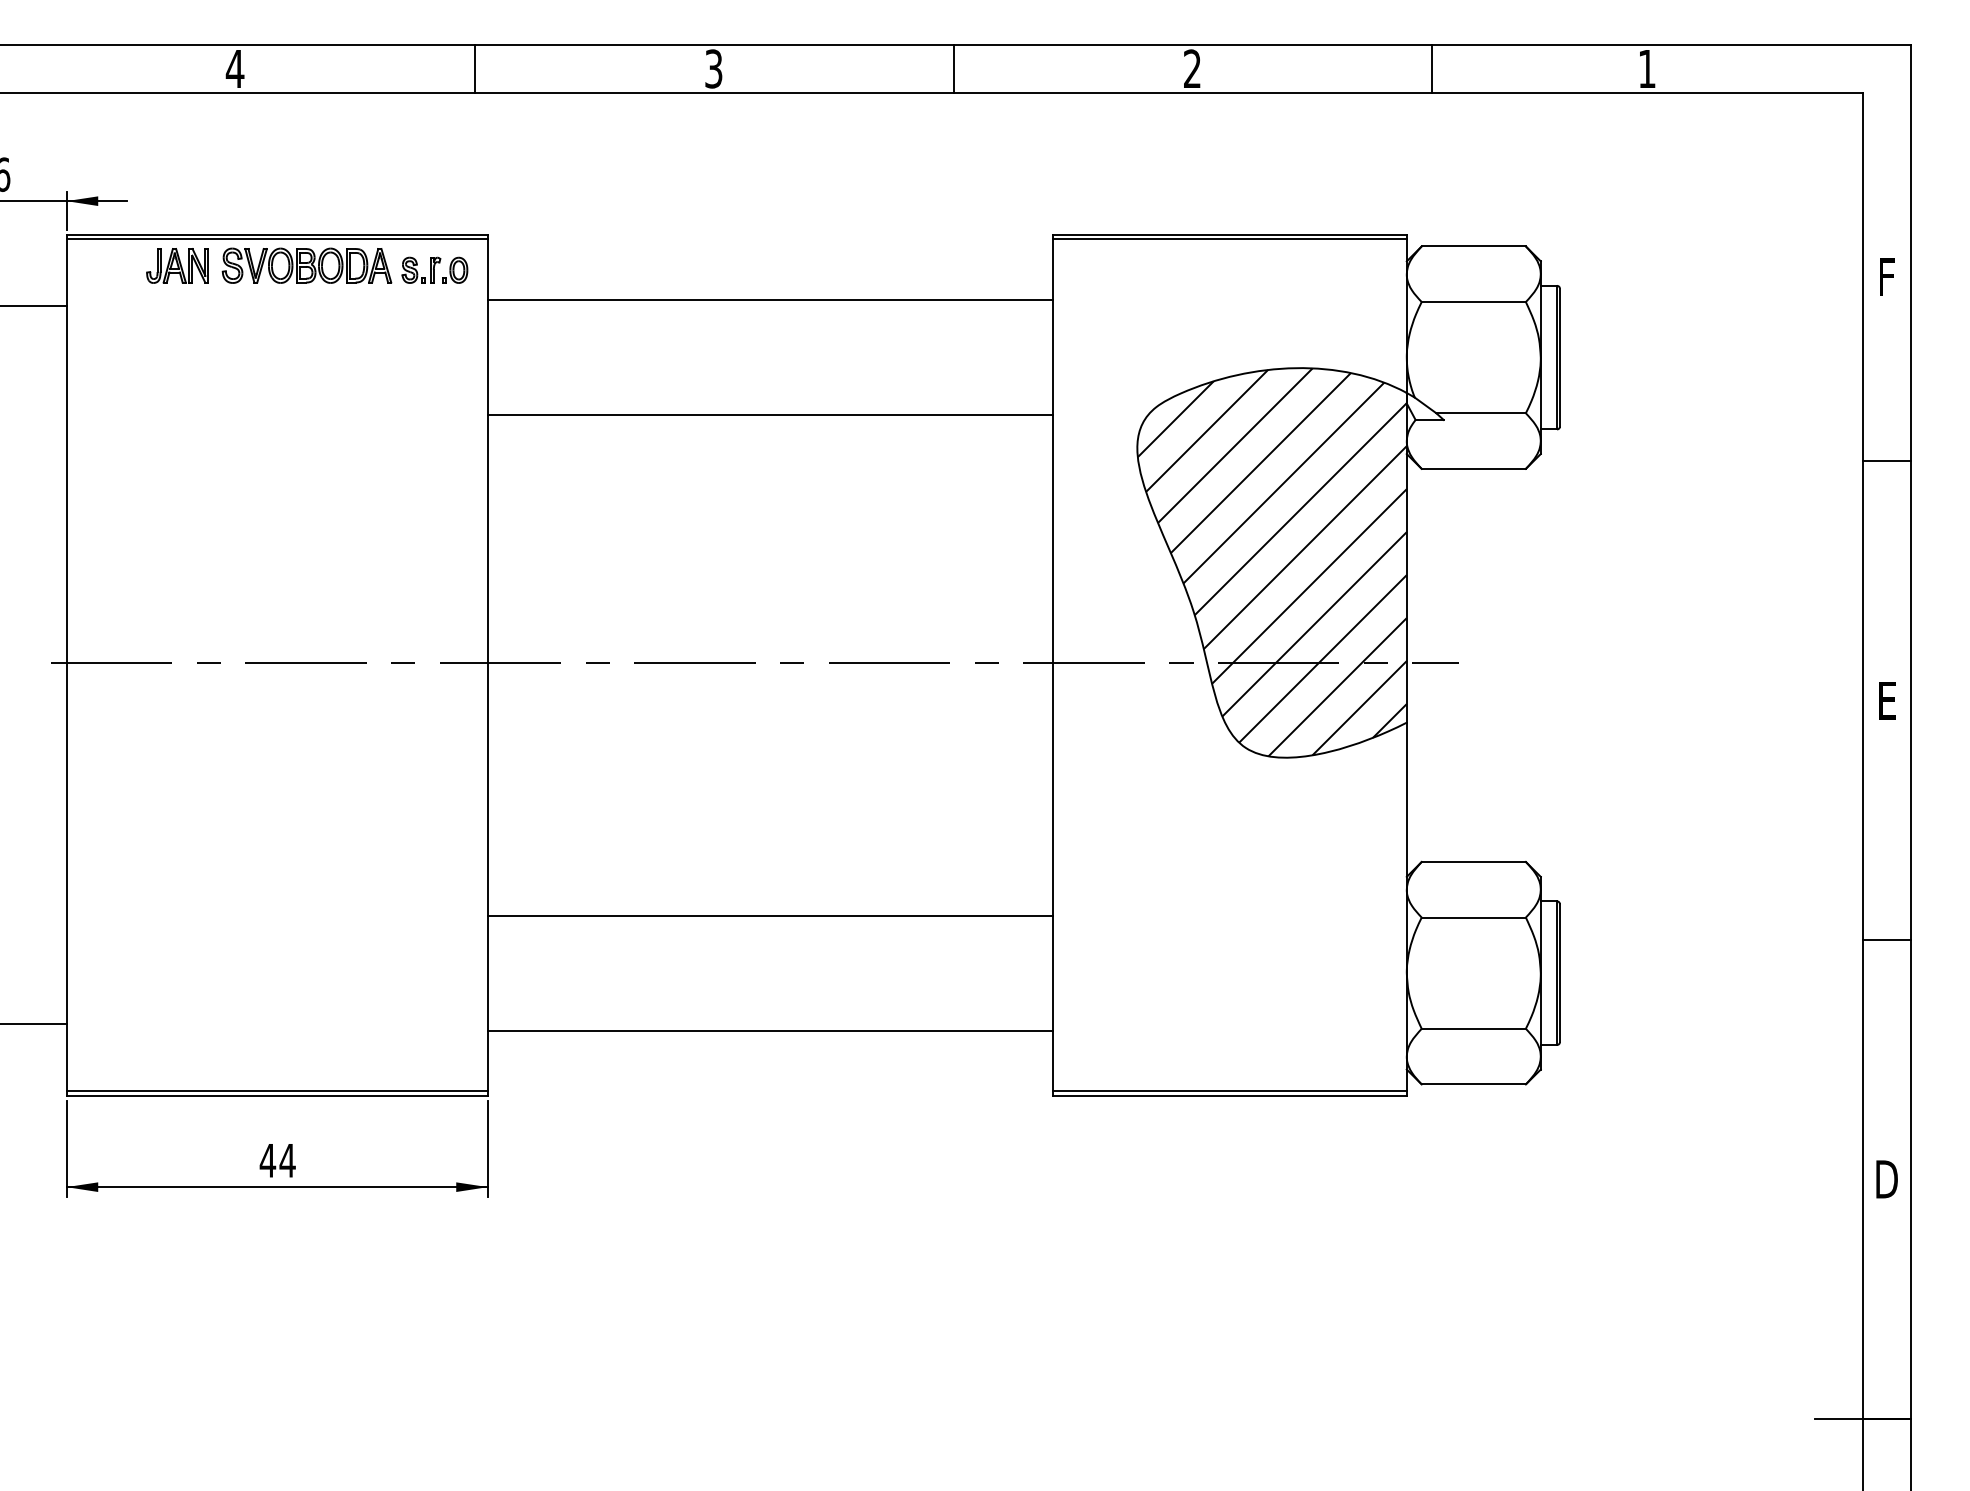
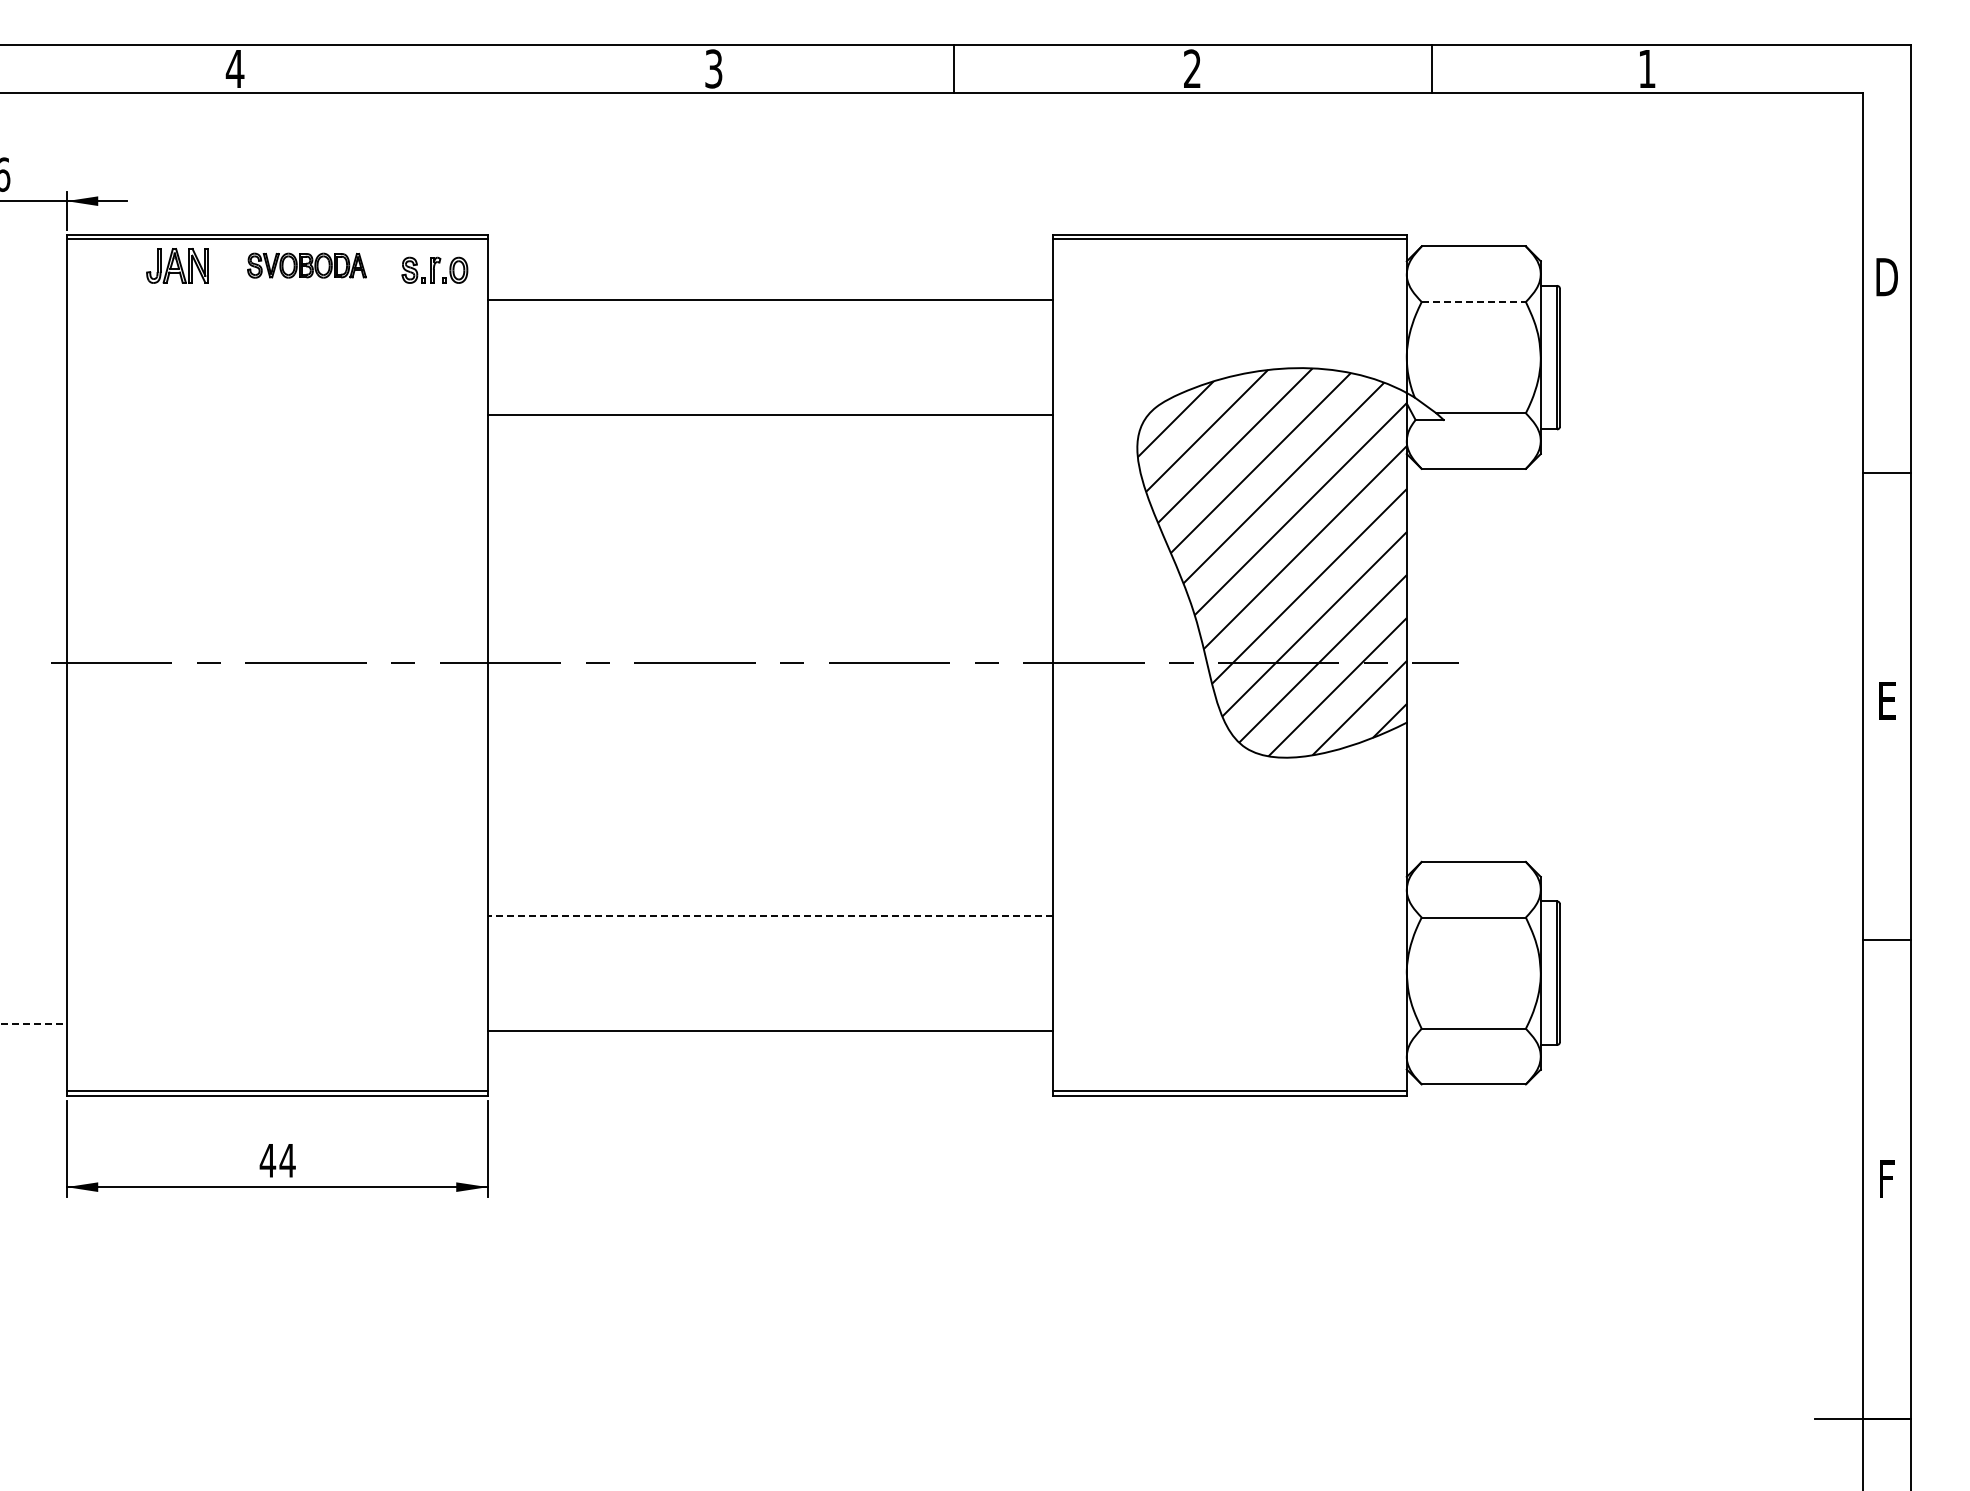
line at (474, 68): present -> none
part at (306, 265) size: 172x37 px -> 120x27 px
text at (1886, 277): F -> D
line at (1474, 302): solid -> dashed
line at (34, 306): present -> none
line at (1886, 461) position: (1886, 461) -> (1886, 473)
line at (769, 915): solid -> dashed
line at (33, 1024): solid -> dashed
text at (1886, 1179): D -> F
